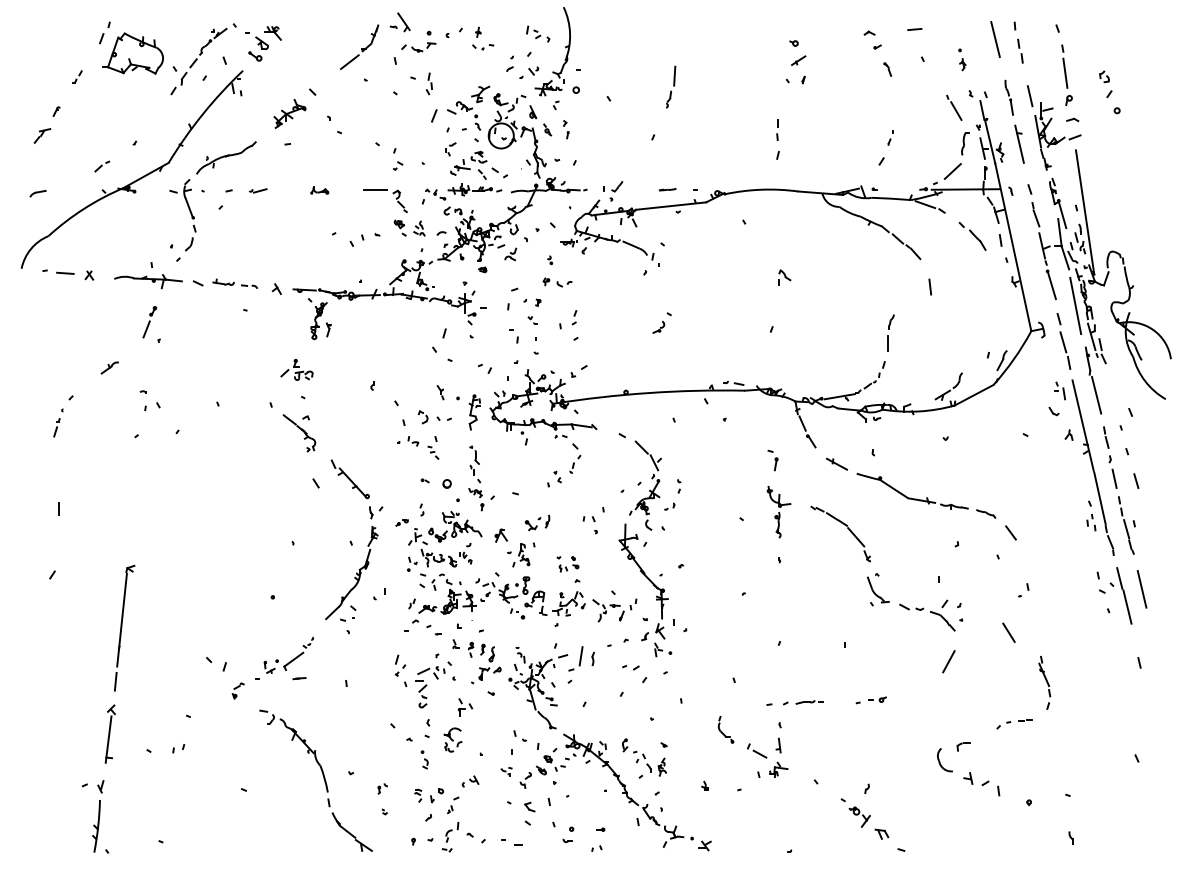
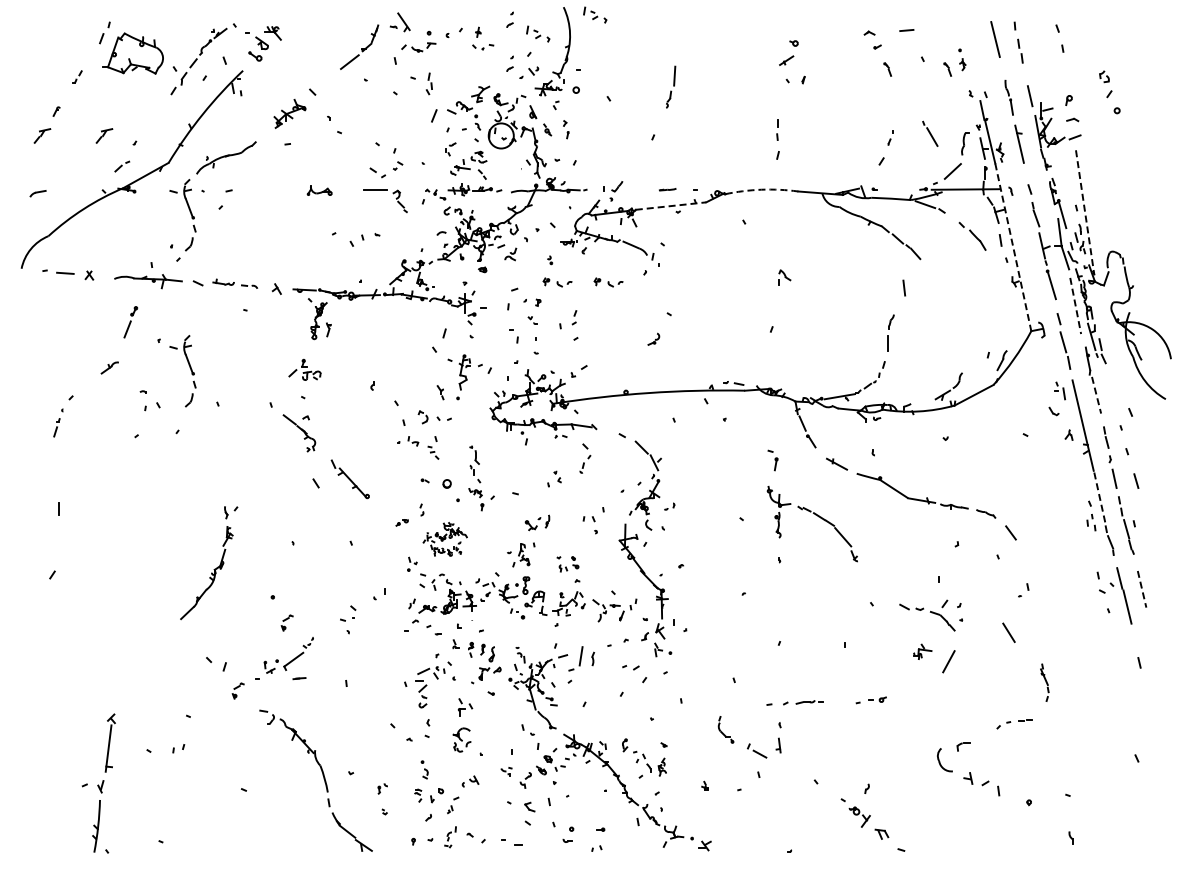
part at (595, 14): none -> present
part at (509, 19): none -> present
line at (914, 29) position: (914, 29) -> (906, 30)
part at (798, 60) position: (798, 60) -> (786, 60)
part at (947, 69): none -> present
line at (1065, 72): present -> none
line at (954, 107) position: (954, 107) -> (930, 133)
part at (104, 135): none -> present
part at (102, 166) position: (102, 166) -> (122, 166)
part at (499, 172) position: (499, 172) -> (377, 172)
arc at (761, 189): solid -> dashed
part at (257, 190): present -> none
part at (319, 190) size: 20x9 px -> 27x11 px
line at (671, 206): solid -> dashed
line at (1085, 212): solid -> dashed
part at (409, 227): present -> none
line at (1013, 247): solid -> dashed
part at (608, 282): none -> present
line at (930, 286) position: (930, 286) -> (904, 287)
line at (1075, 305): solid -> dashed
part at (149, 322) position: (149, 322) -> (130, 322)
part at (658, 326) position: (658, 326) -> (653, 338)
part at (189, 367): none -> present
part at (296, 369) position: (296, 369) -> (304, 369)
line at (1096, 395): solid -> dashed
part at (474, 412) position: (474, 412) -> (464, 372)
part at (575, 458) position: (575, 458) -> (585, 458)
part at (679, 486): present -> none
line at (1100, 498): solid -> dashed
part at (847, 528) position: (847, 528) -> (834, 528)
part at (500, 535): present -> none
part at (445, 539) size: 75x57 px -> 46x35 px
part at (359, 568) position: (359, 568) -> (214, 568)
part at (878, 588): present -> none
line at (1142, 589): solid -> dashed
part at (286, 622): none -> present
part at (124, 627): present -> none
part at (400, 665): present -> none
part at (1044, 682) size: 14x55 px -> 10x39 px
part at (109, 733) position: (109, 733) -> (109, 742)
part at (519, 735) position: (519, 735) -> (527, 729)
part at (452, 739) position: (452, 739) -> (461, 739)
part at (424, 759) position: (424, 759) -> (424, 769)
part at (778, 769) position: (778, 769) -> (922, 651)
part at (450, 837) size: 19x31 px -> 13x23 px
